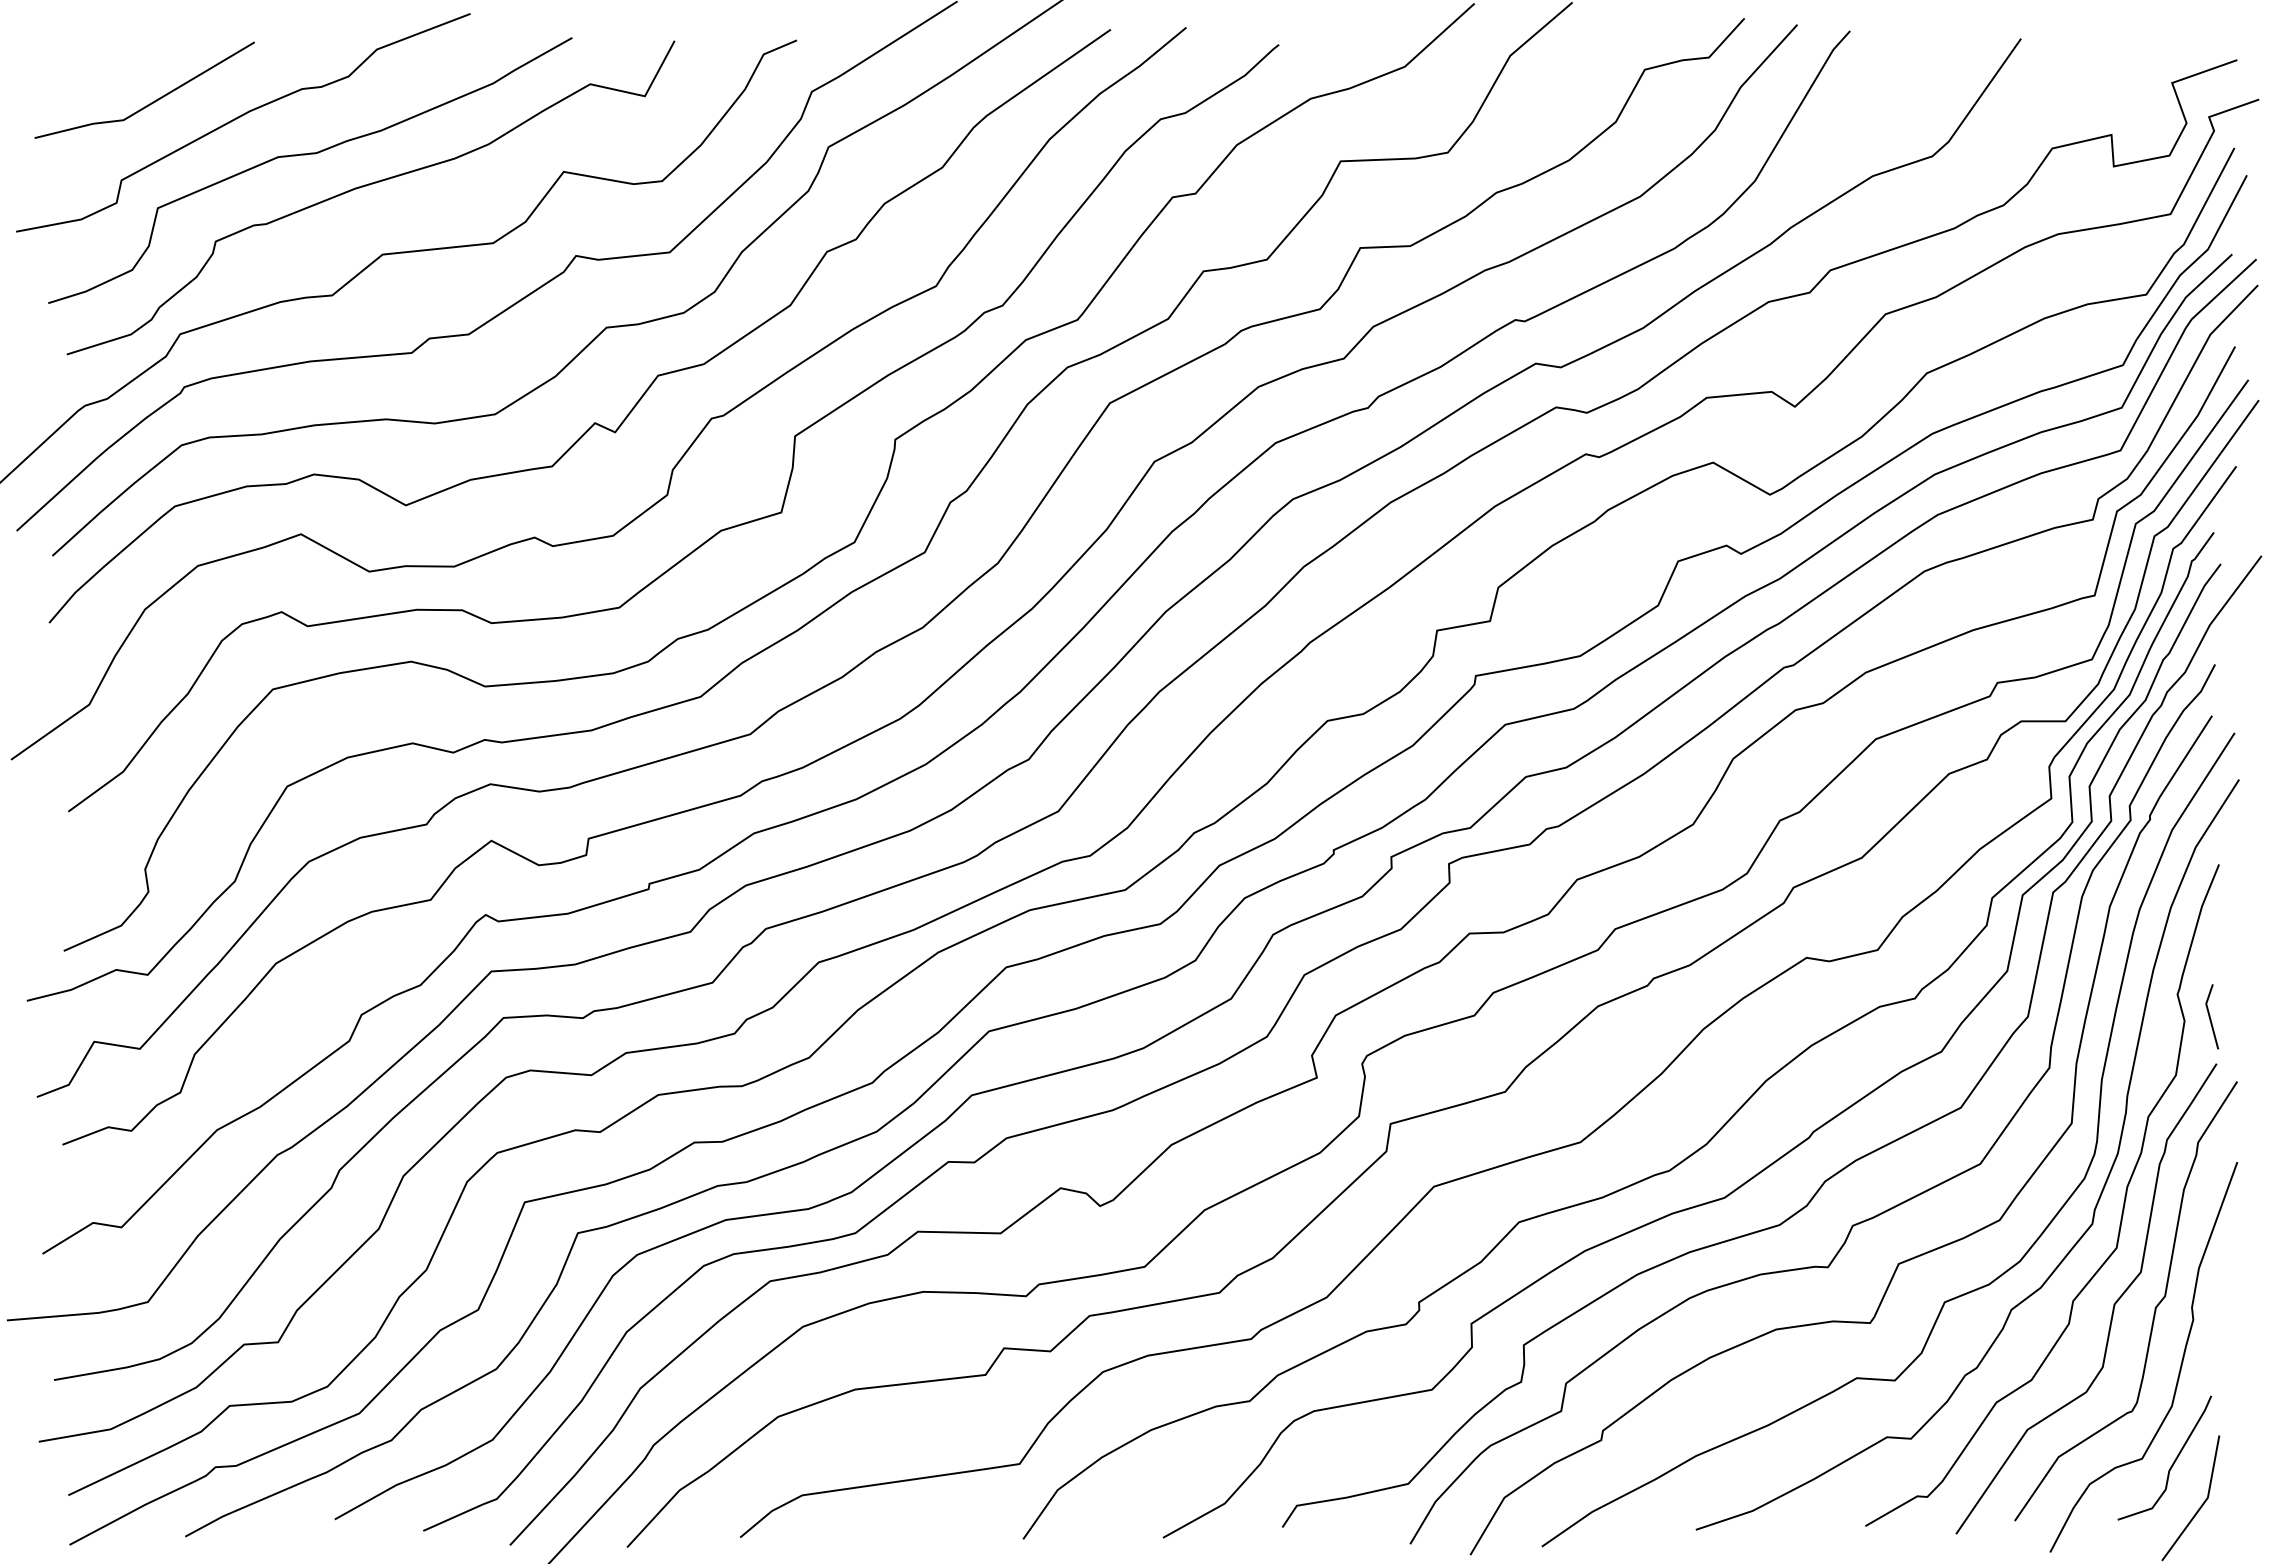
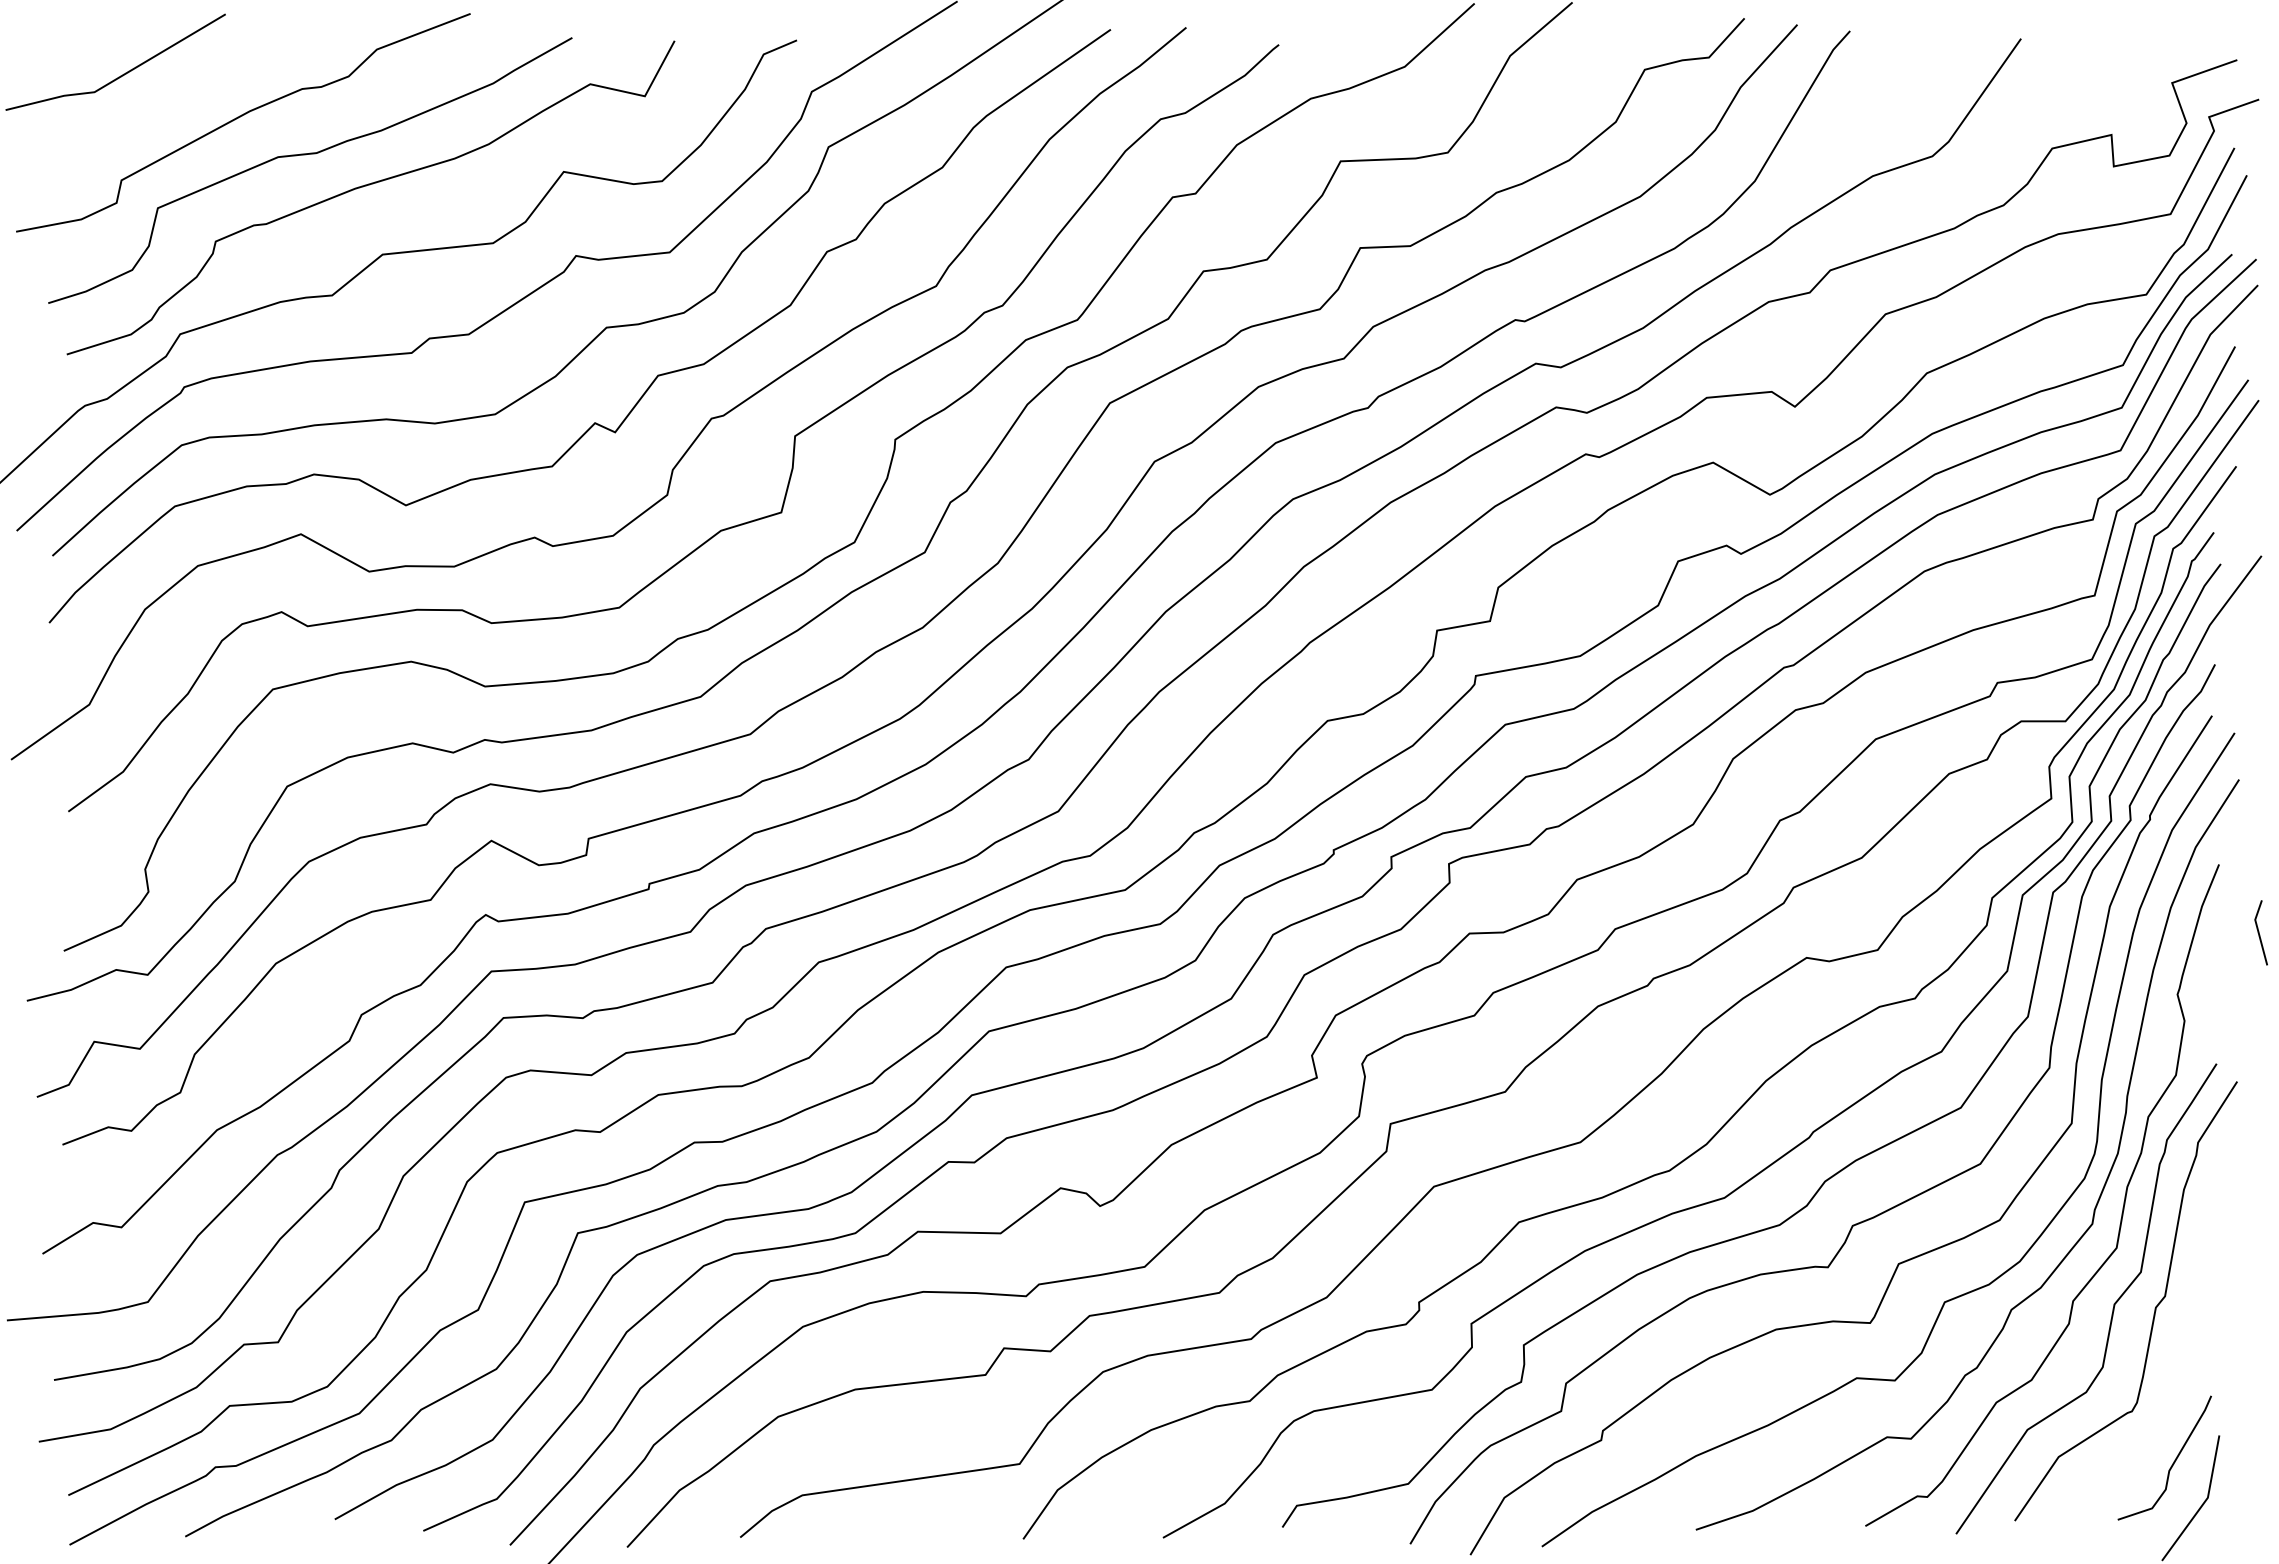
line at (152, 101) position: (152, 101) -> (123, 73)
line at (2210, 1016) position: (2210, 1016) -> (2259, 932)
curve at (2180, 1364): present -> none
